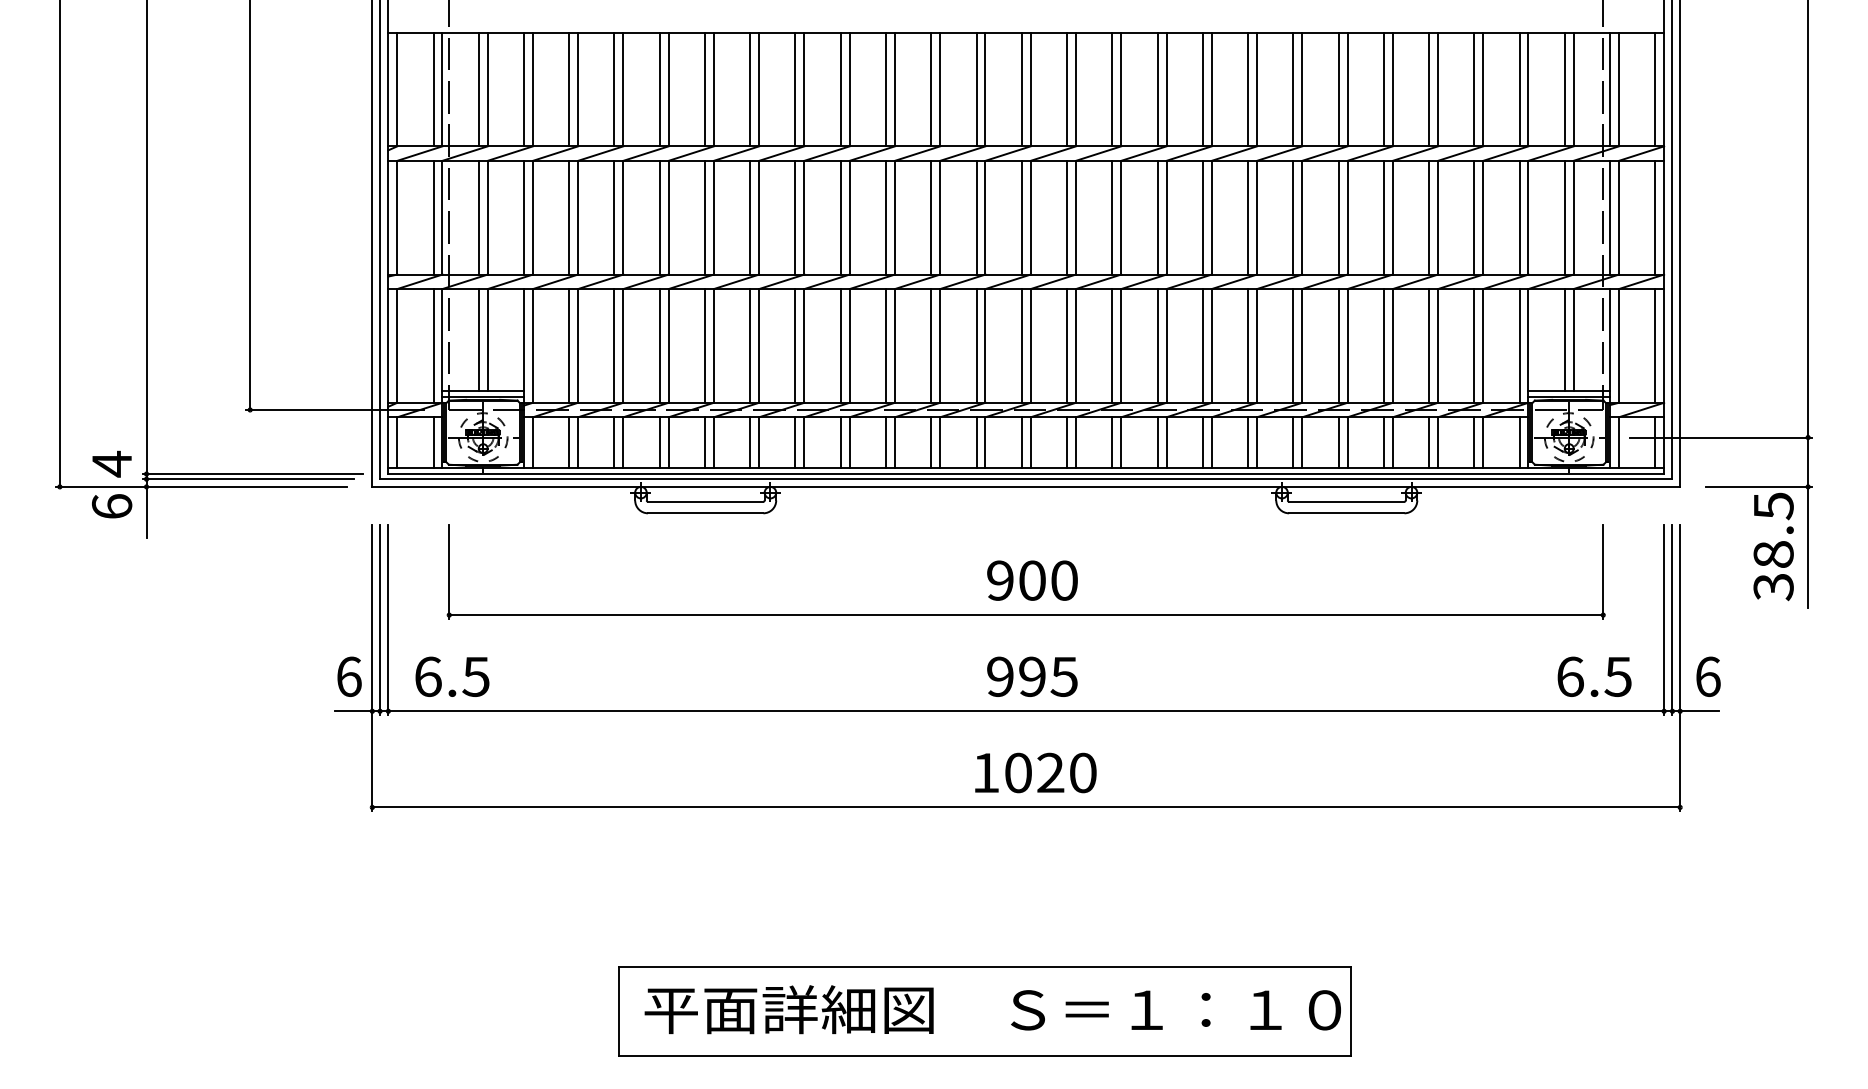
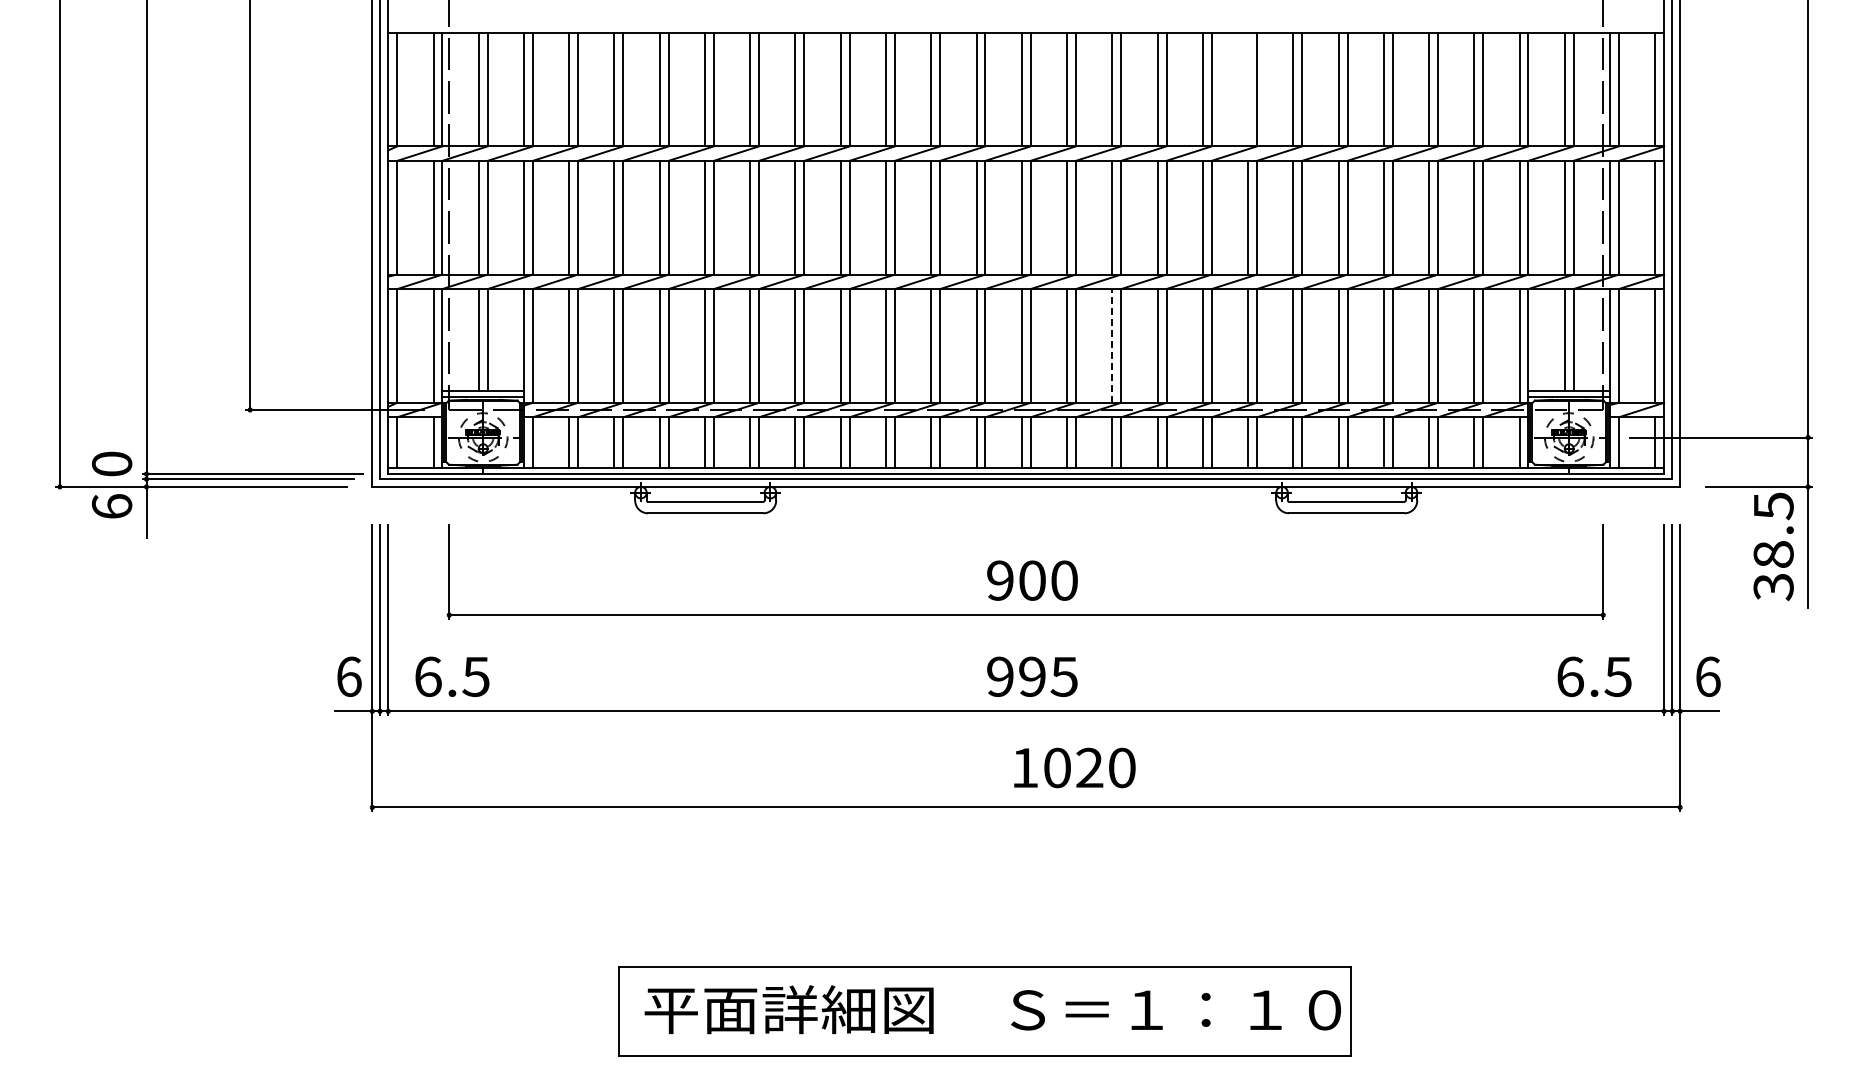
line at (1248, 89): present -> none
line at (1112, 345): solid -> dashed
text at (112, 463): 4 -> 0
text at (1035, 772) position: (1035, 772) -> (1074, 767)
